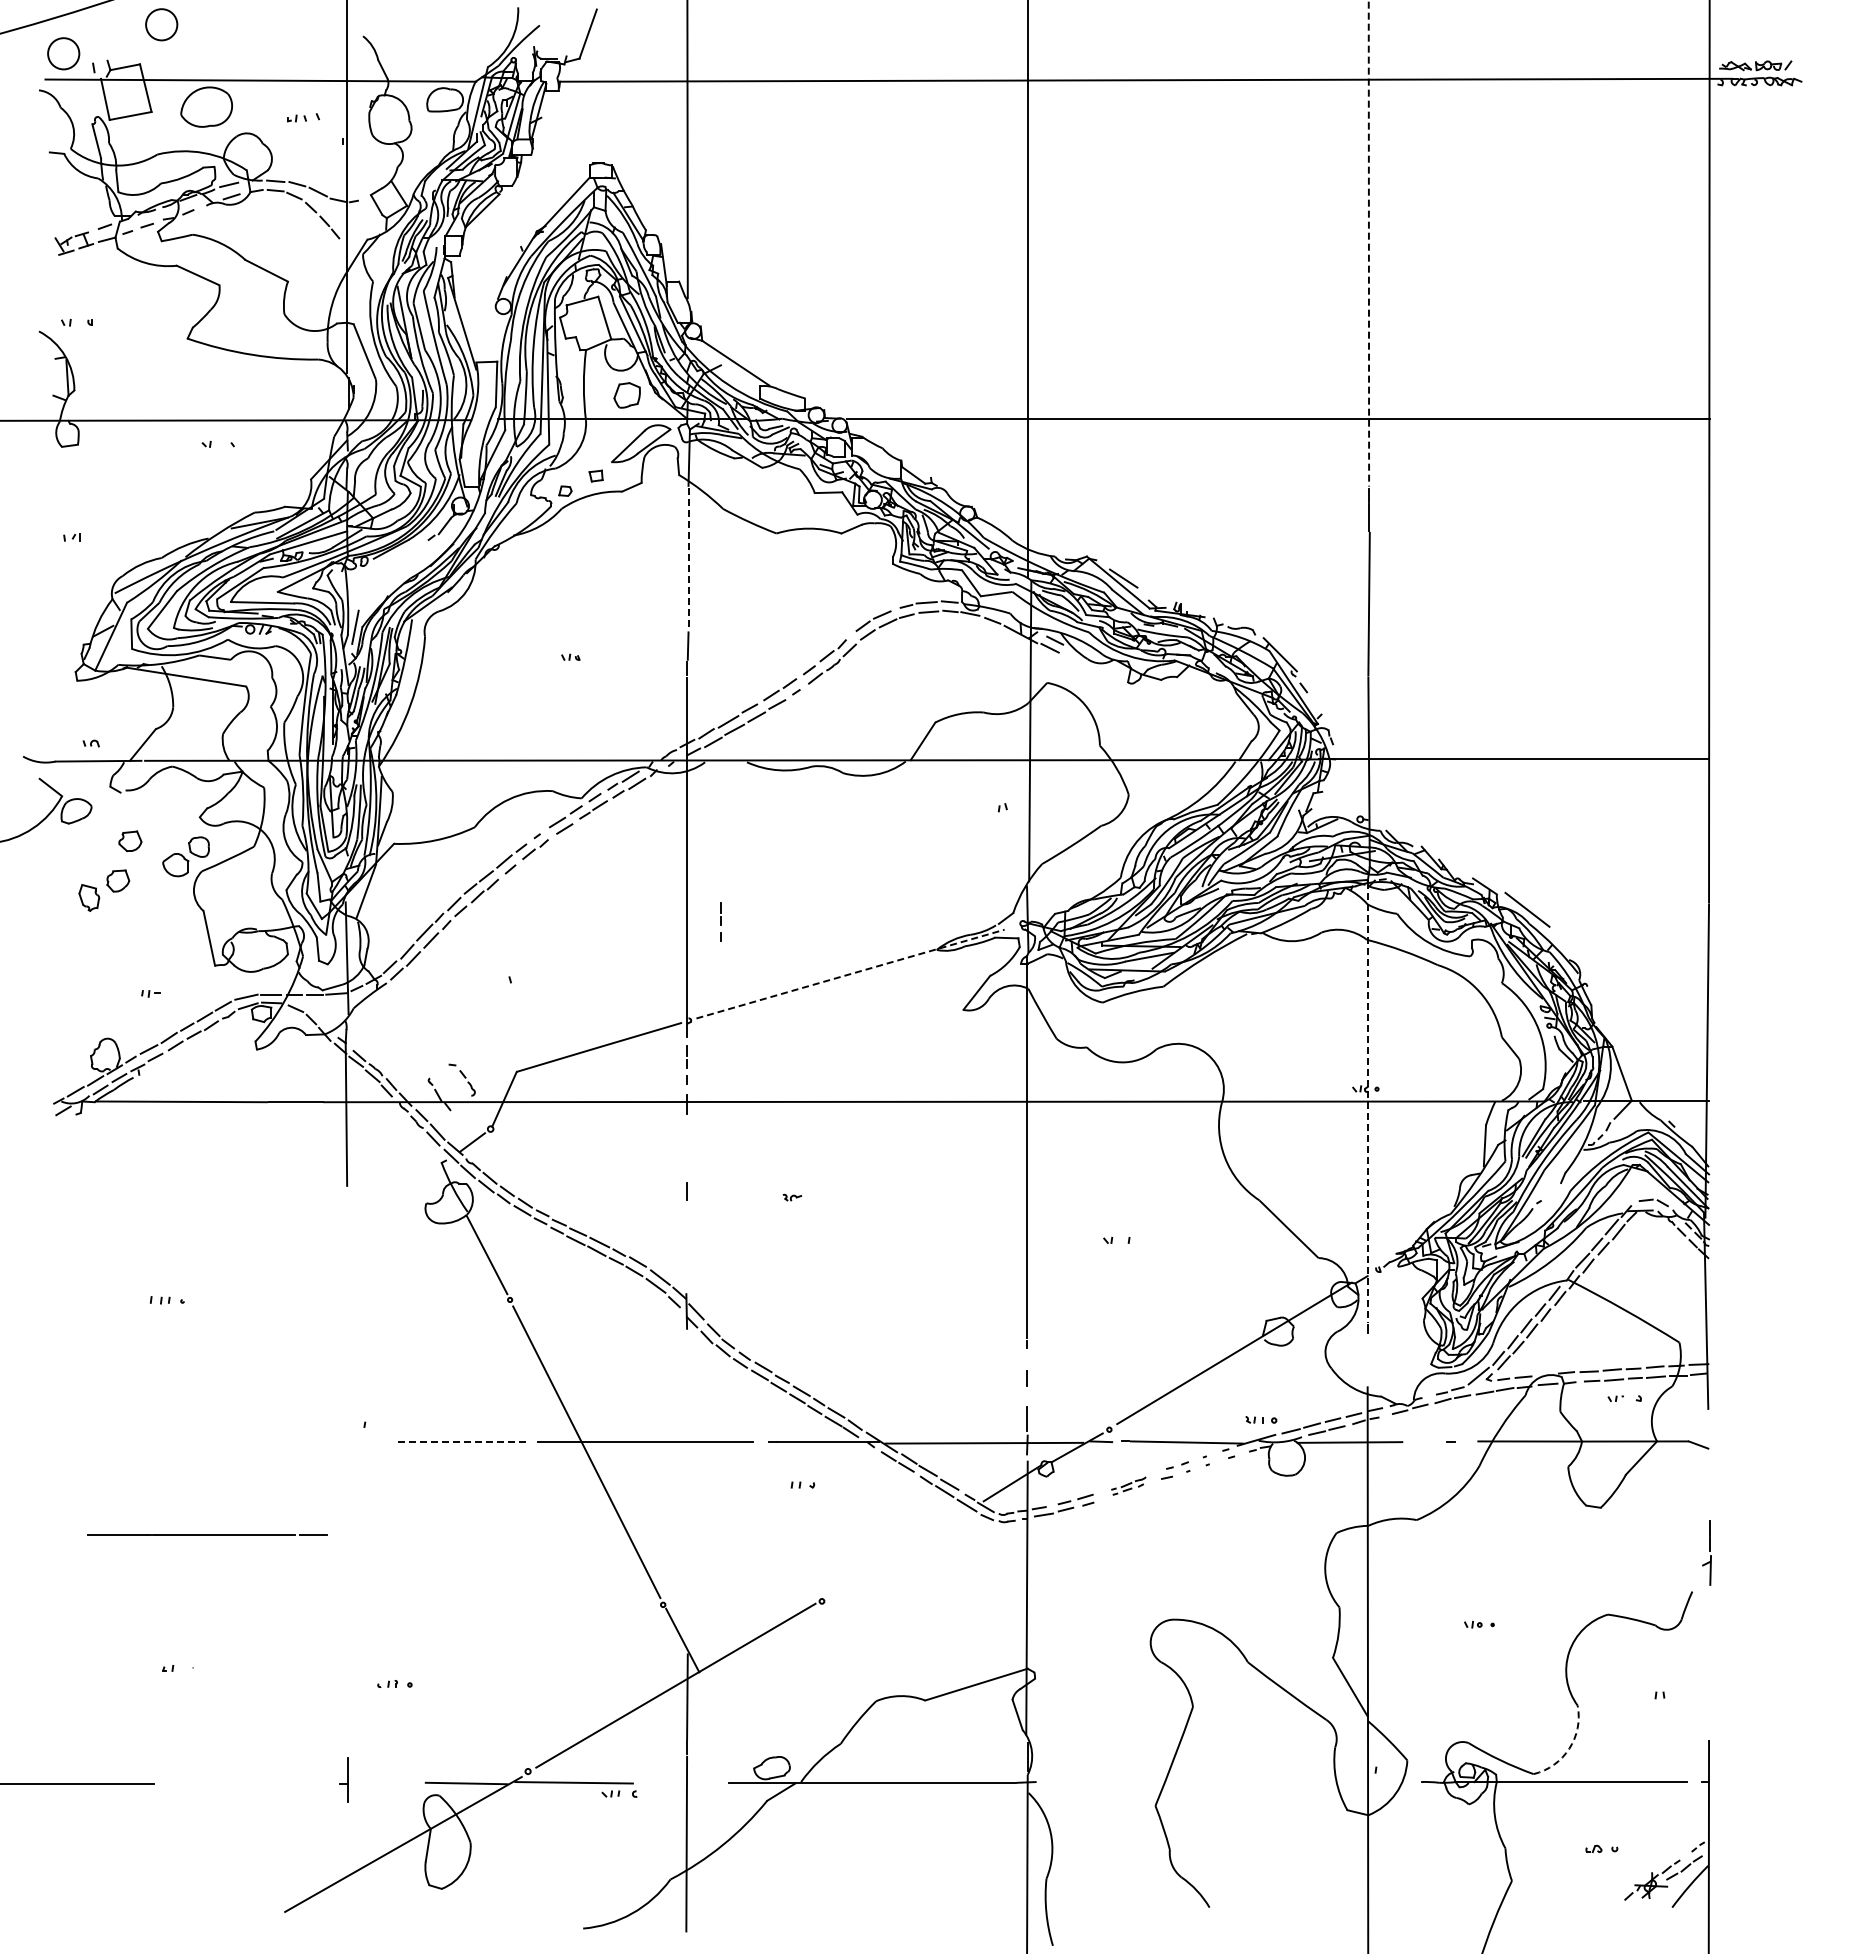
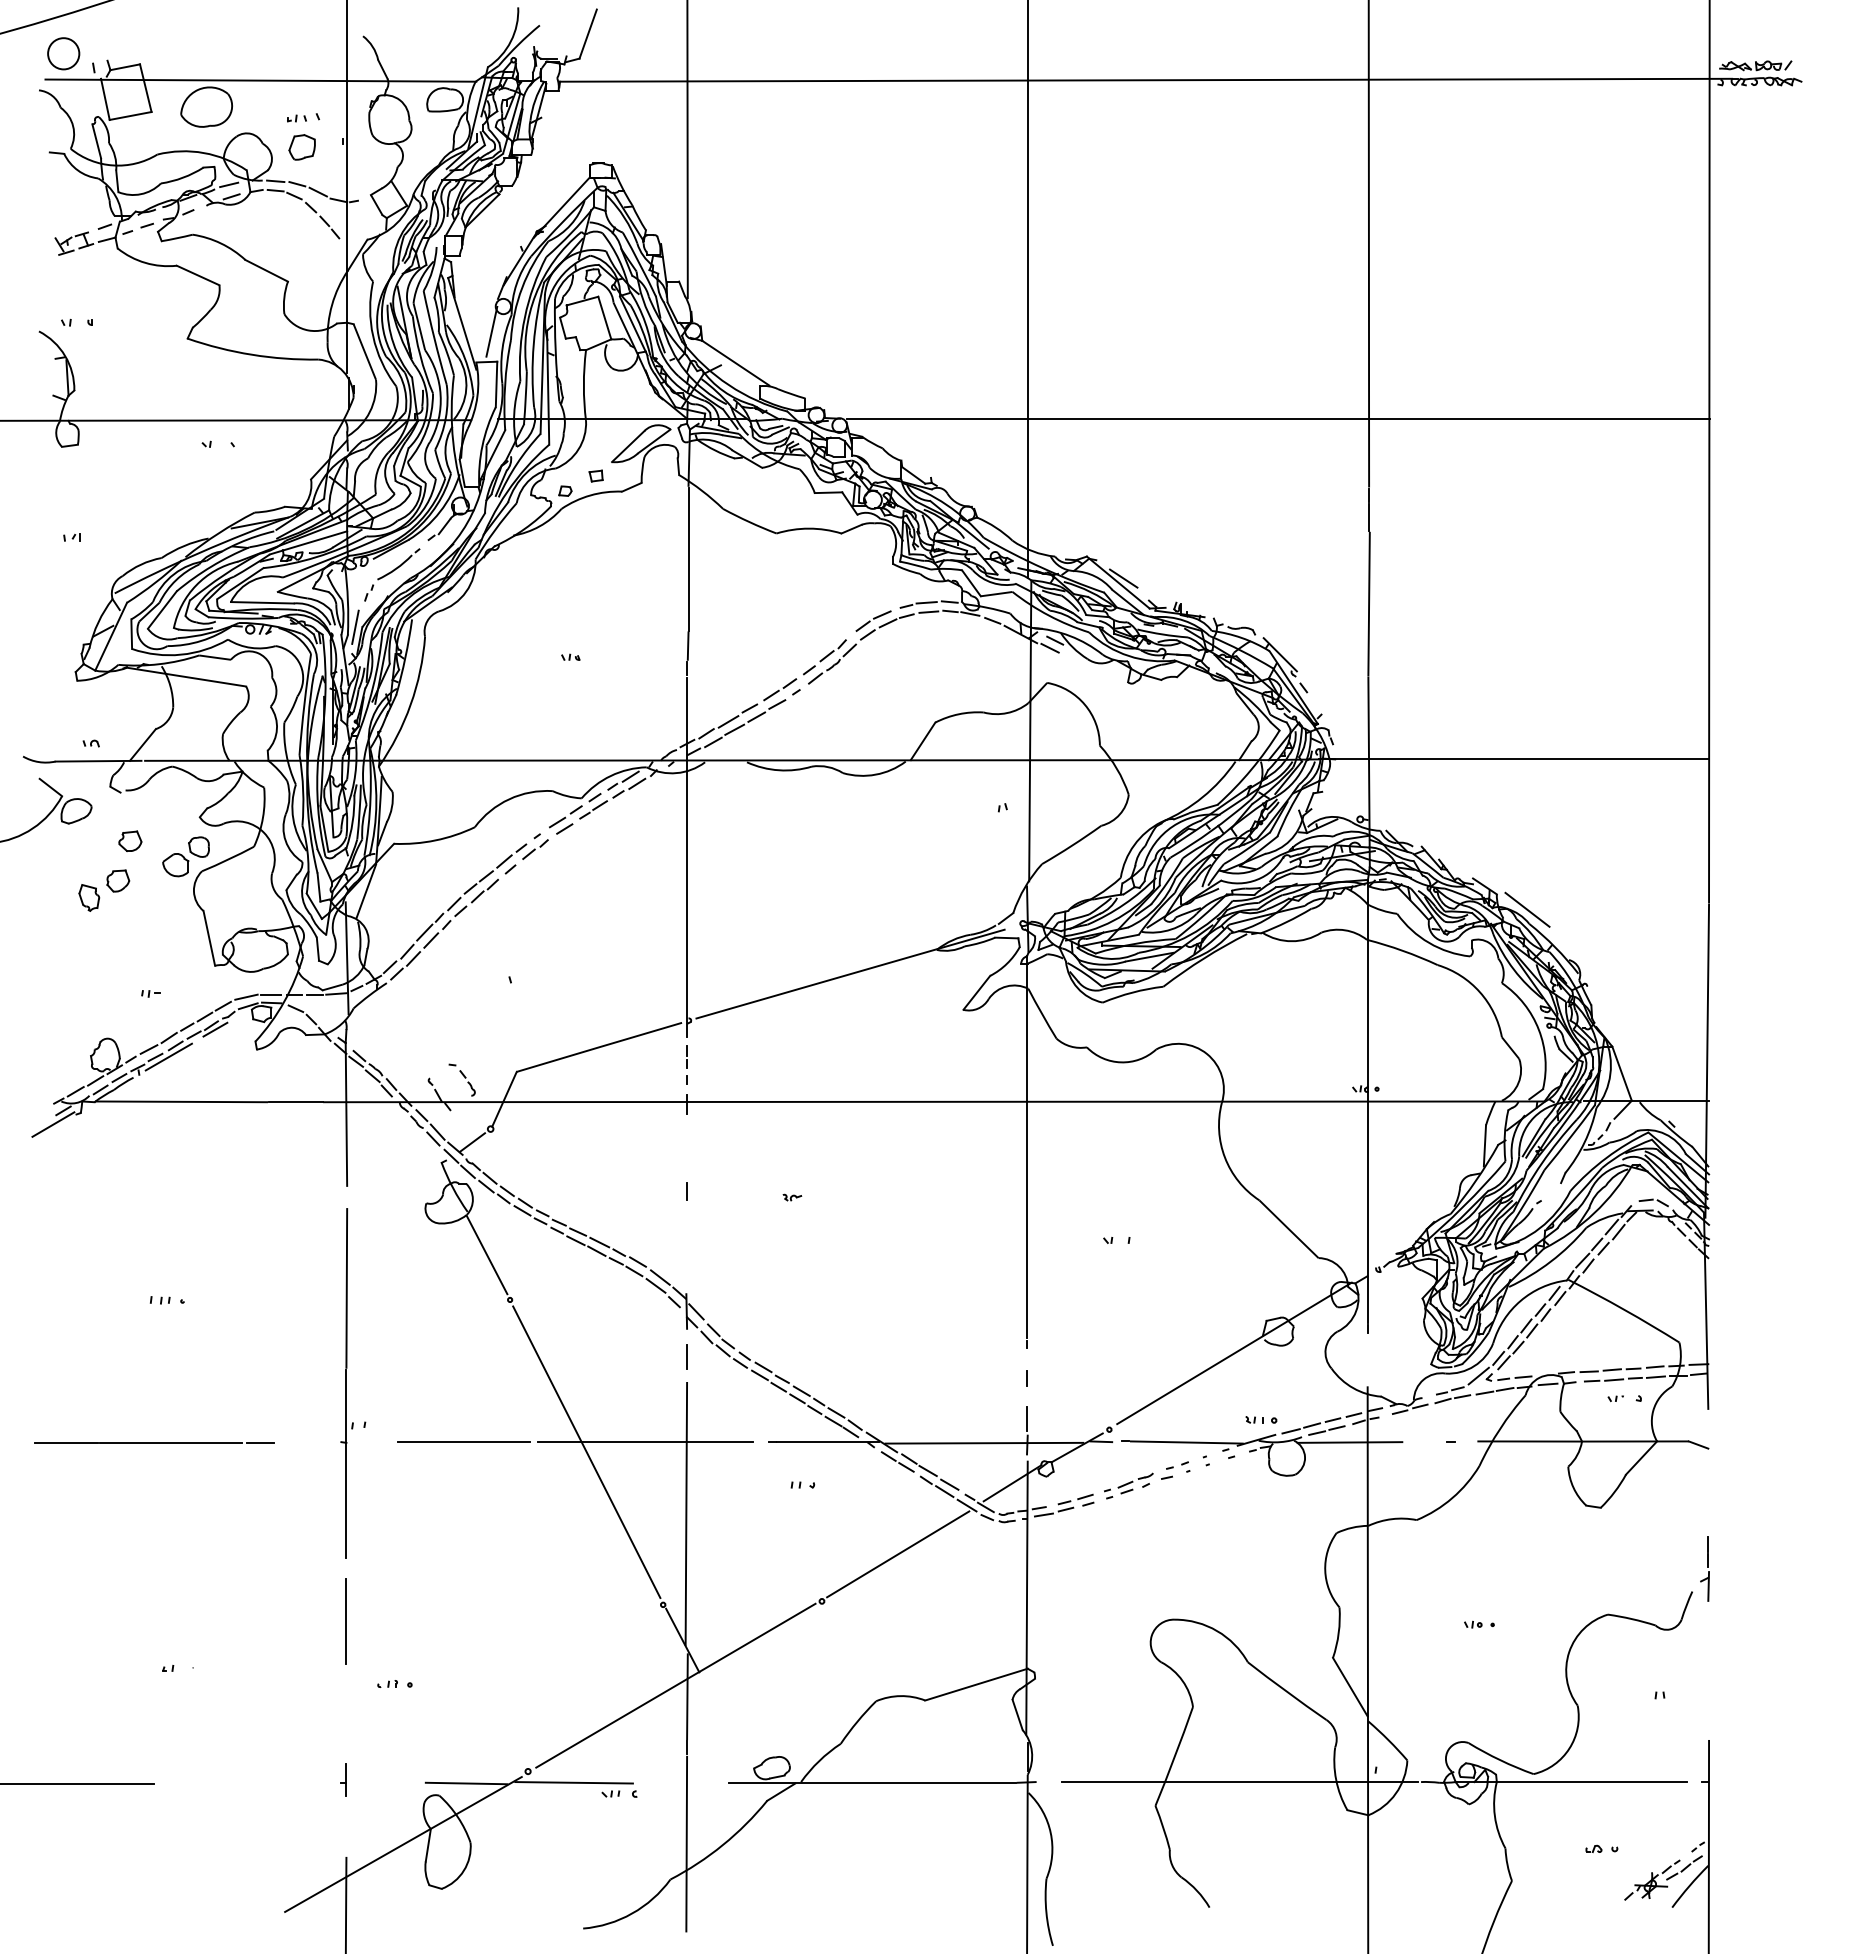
circle at (161, 24): present -> none
line at (1368, 243): dashed -> solid
line at (491, 331): none -> present
part at (626, 395) position: (626, 395) -> (301, 147)
line at (688, 559): dashed -> solid
part at (392, 574): none -> present
line at (720, 921): present -> none
line at (851, 973): dashed -> solid
line at (215, 1029): none -> present
line at (168, 1056): none -> present
line at (1367, 1103): dashed -> solid
line at (53, 1124): none -> present
line at (687, 1356): none -> present
part at (346, 1383): none -> present
line at (464, 1442): dashed -> solid
part at (1128, 1485) size: 36x20 px -> 50x28 px
line at (686, 1513): none -> present
line at (207, 1534) position: (207, 1534) -> (154, 1442)
part at (1706, 1552) position: (1706, 1552) -> (1704, 1568)
line at (898, 1554): none -> present
line at (345, 1621): none -> present
arc at (1569, 1748): dashed -> solid
part at (343, 1779) size: 10x46 px -> 7x34 px
line at (1239, 1782): none -> present
line at (345, 1903): none -> present
